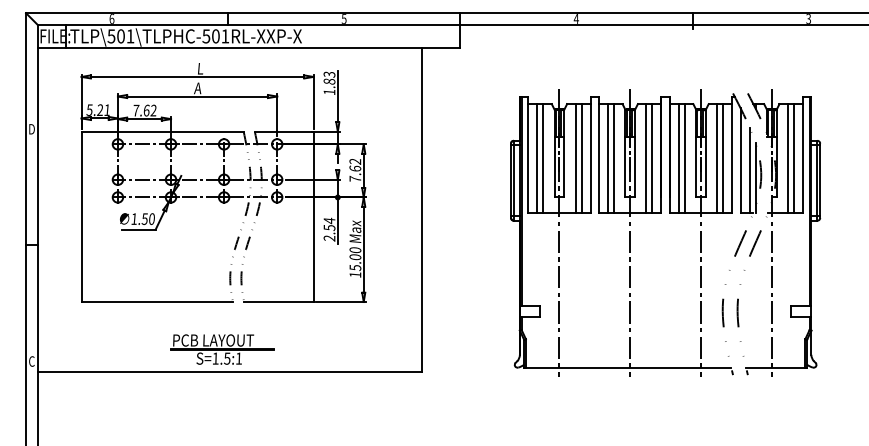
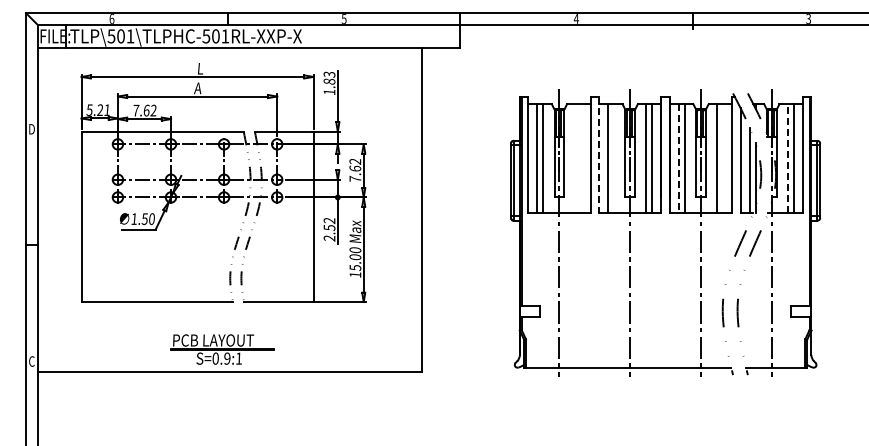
line at (599, 155): solid -> dashed
line at (787, 157): solid -> dashed
line at (575, 158): present -> none
line at (581, 158): present -> none
line at (614, 158): present -> none
line at (678, 158): solid -> dashed
line at (723, 158): present -> none
text at (329, 220): 2.54 -> 2.52
text at (221, 358): S=1.5:1 -> S=0.9:1
